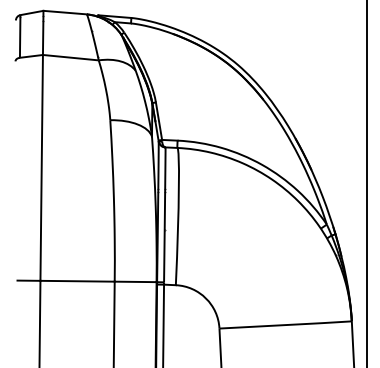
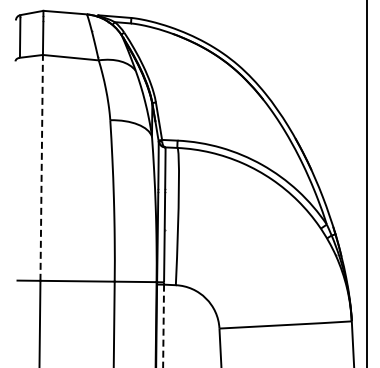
line at (41, 167): solid -> dashed
line at (163, 326): solid -> dashed
